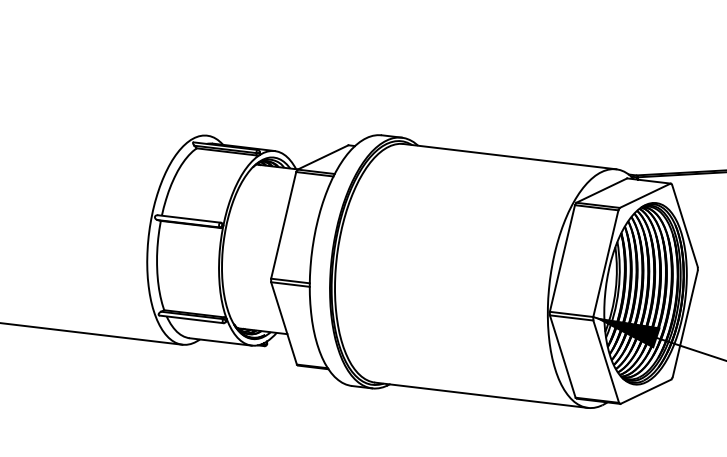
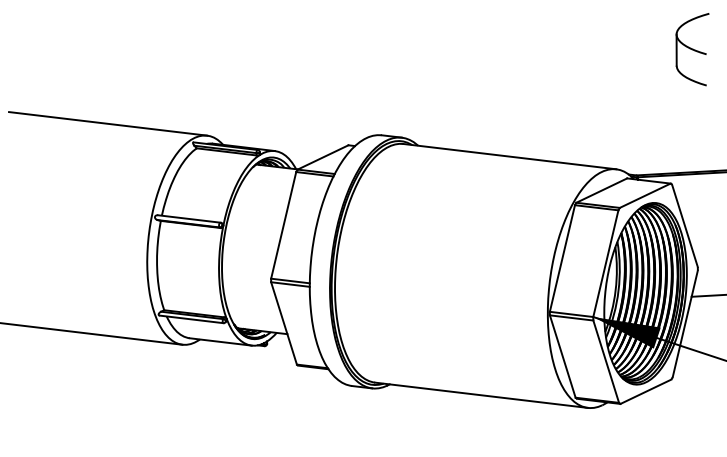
part at (692, 49): none -> present
line at (108, 123): none -> present
line at (707, 295): none -> present
